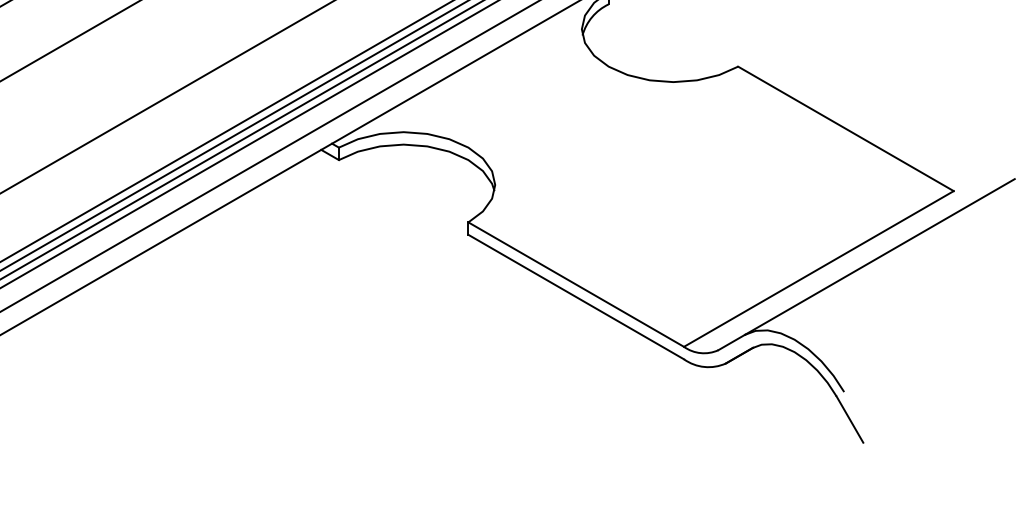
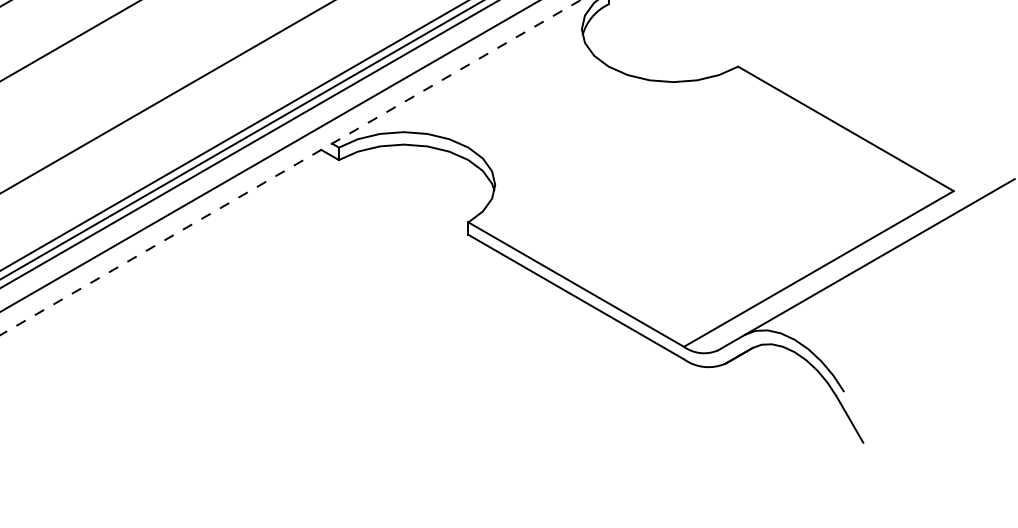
line at (226, 131): present -> none
line at (290, 167): solid -> dashed
